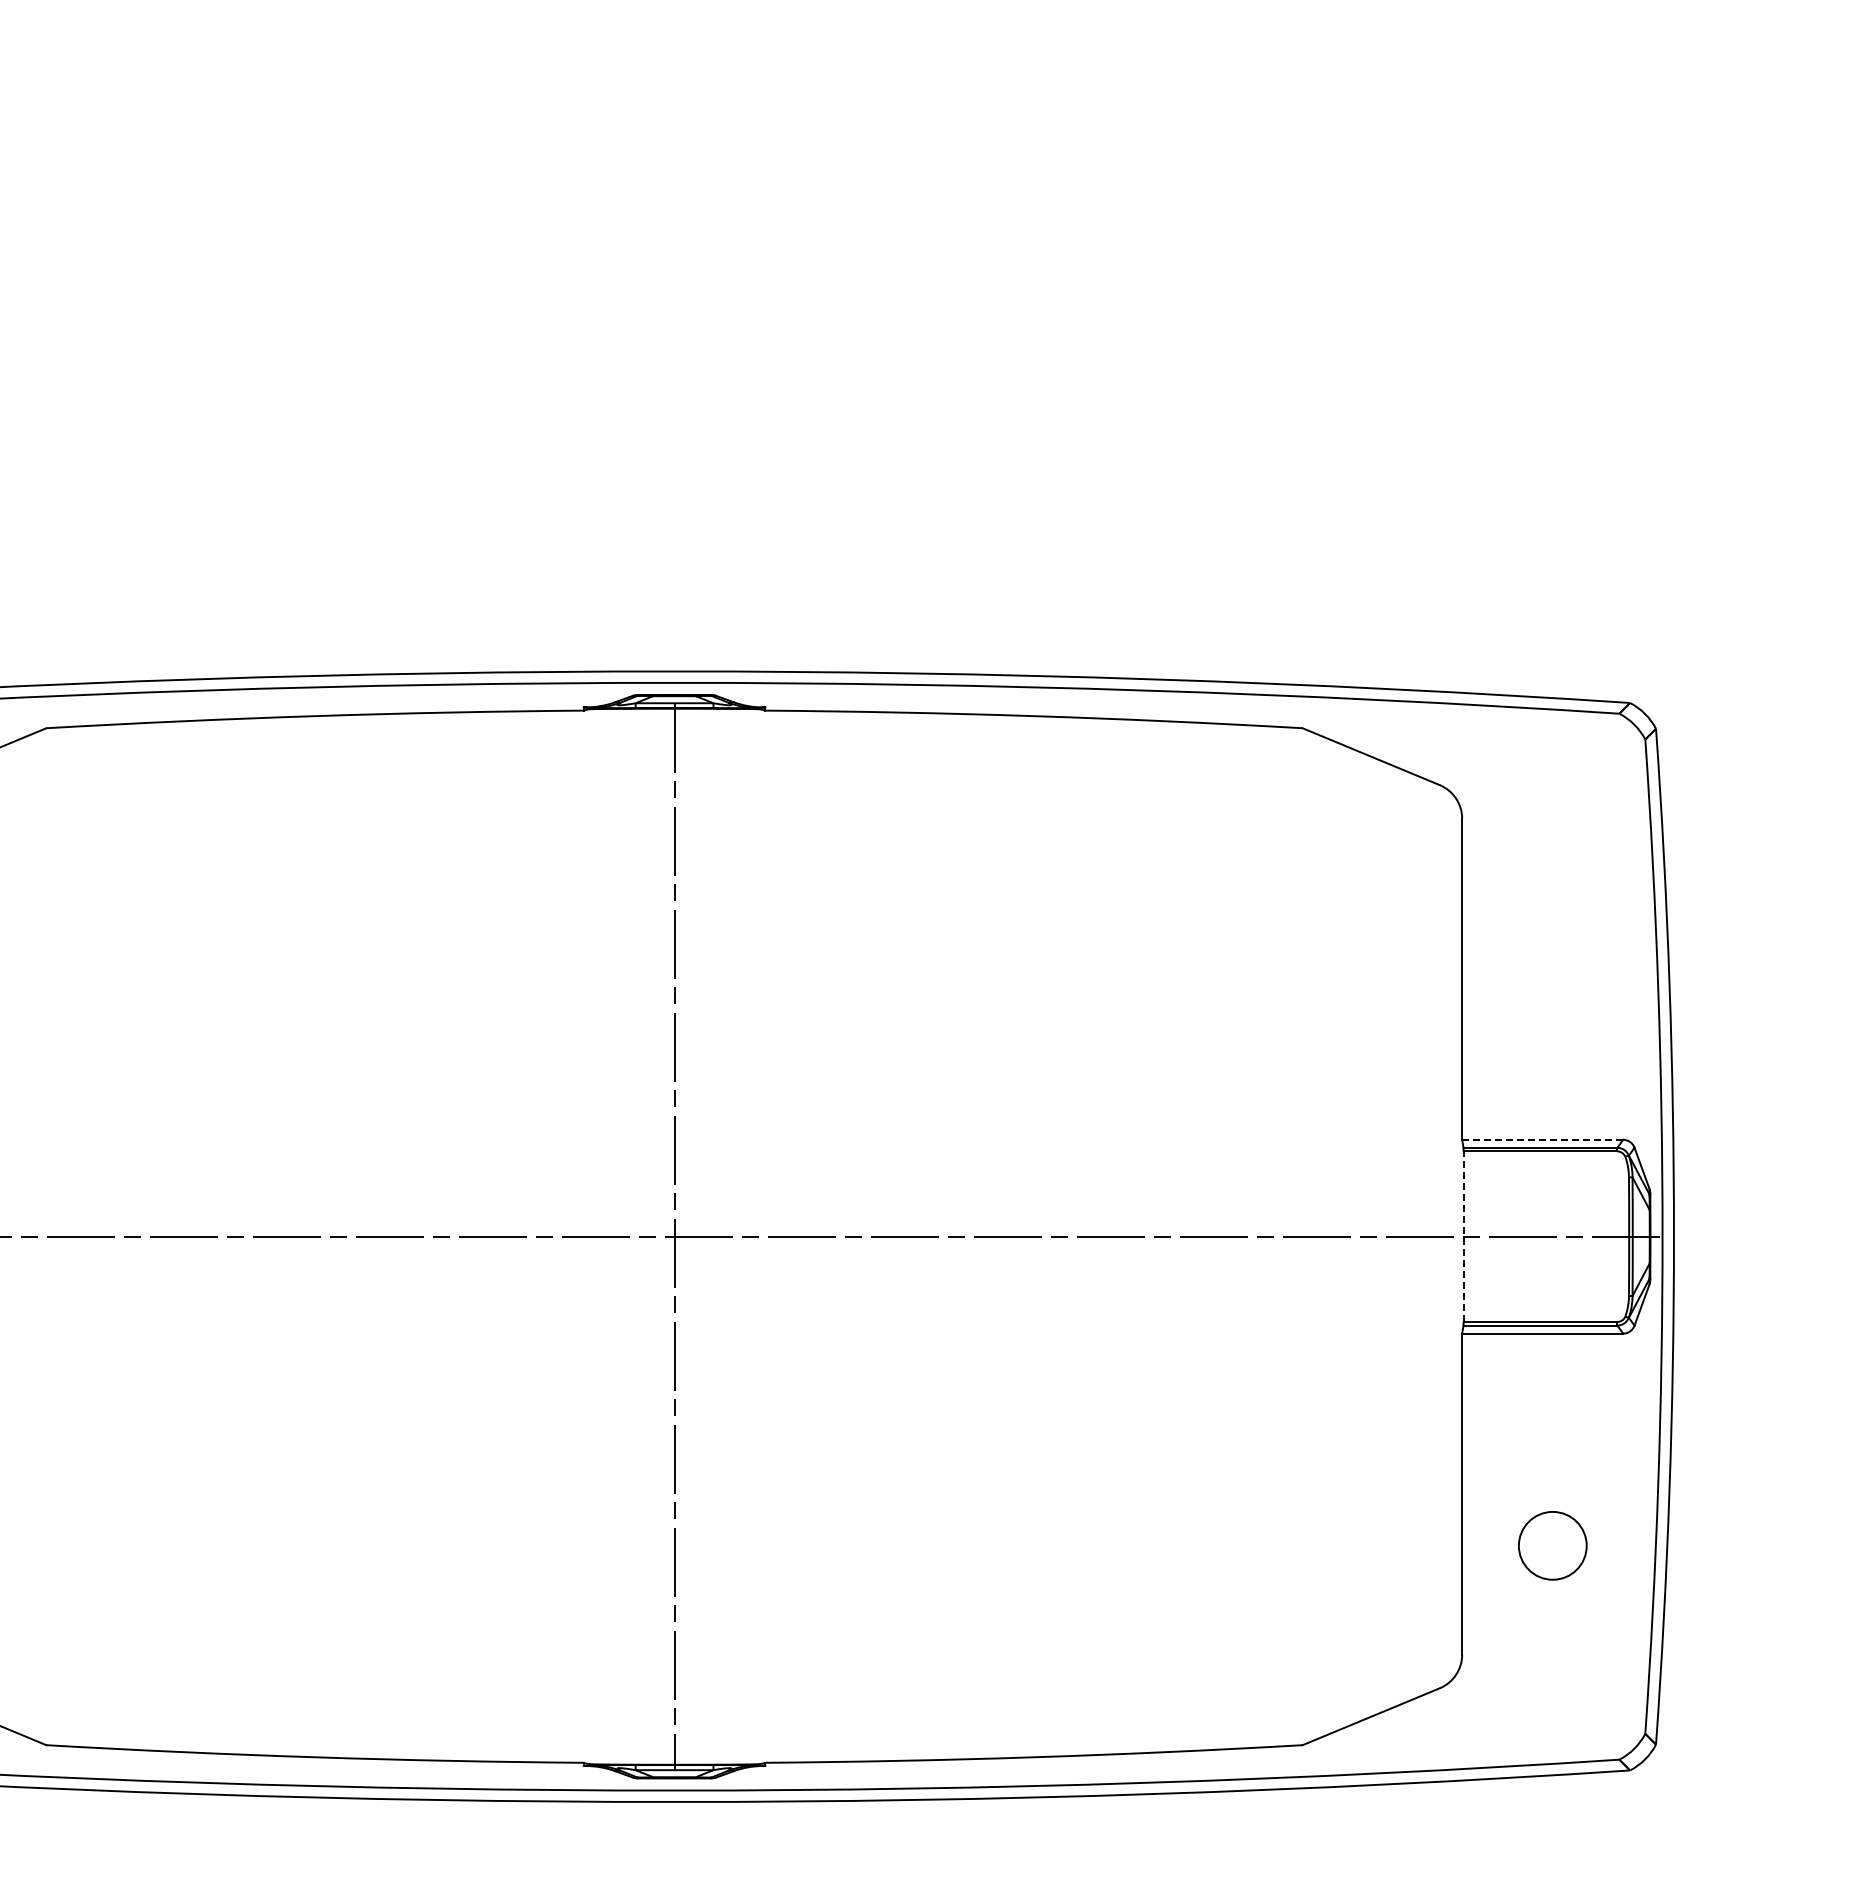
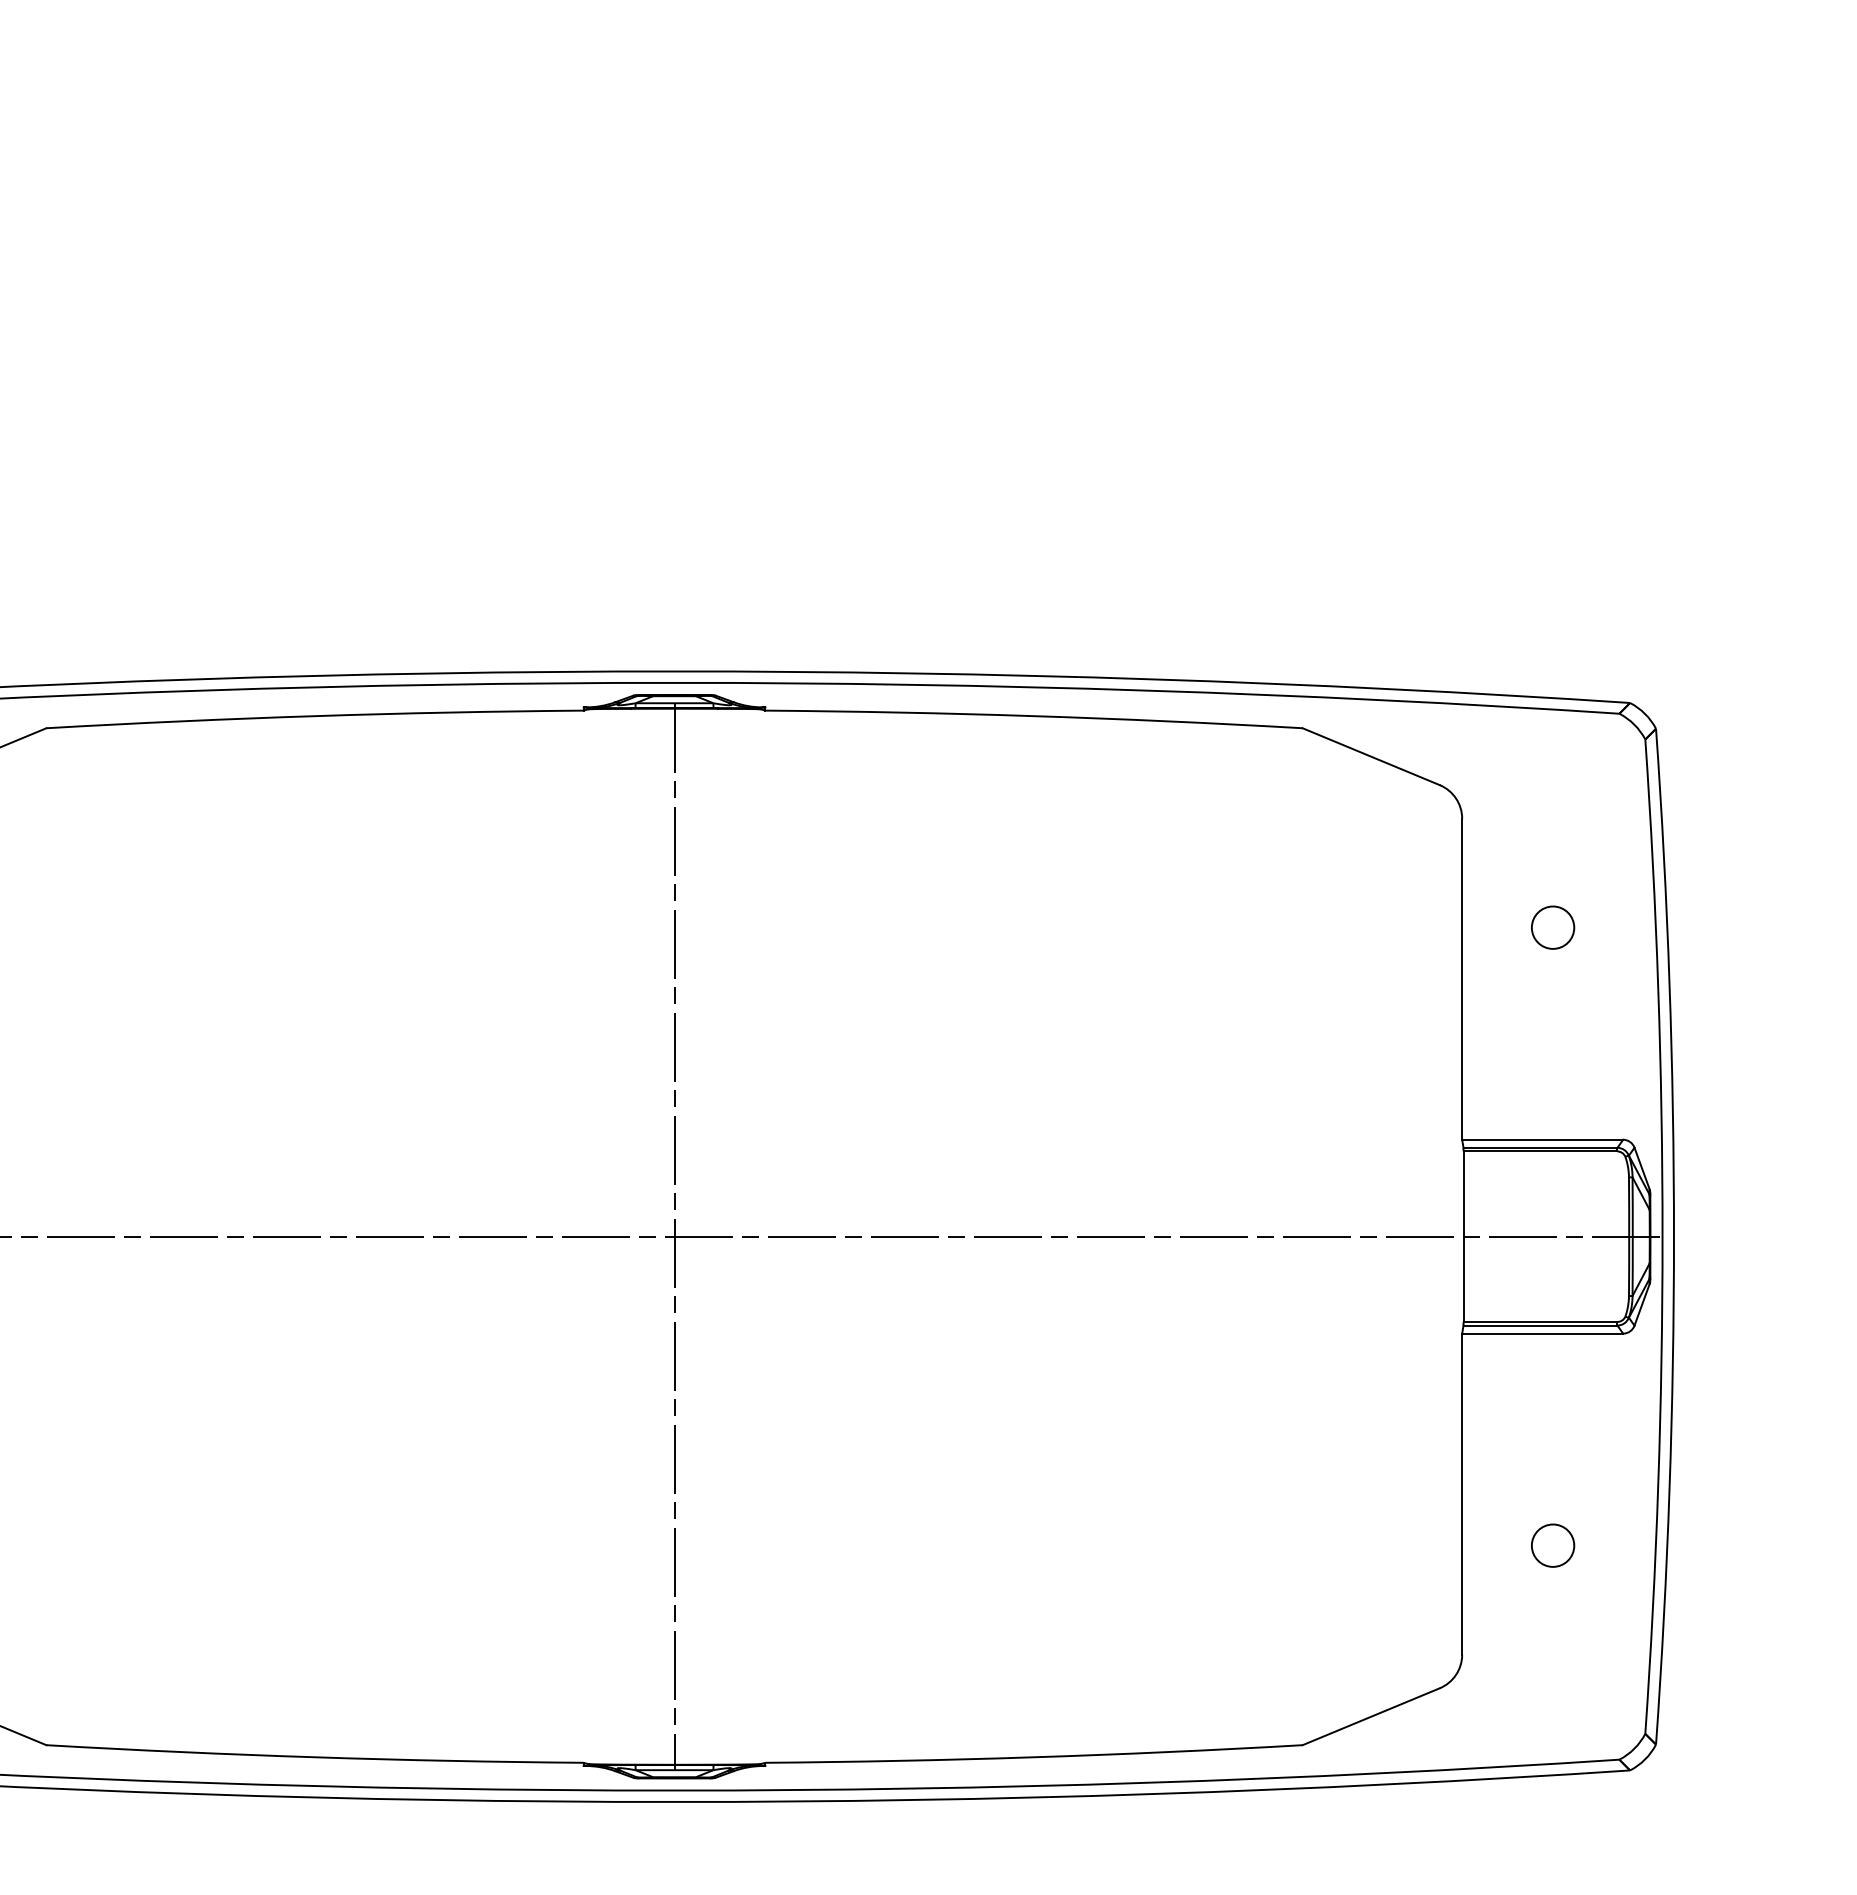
circle at (1553, 927): none -> present
line at (1543, 1139): dashed -> solid
line at (1463, 1236): dashed -> solid
circle at (1552, 1545) size: 70x70 px -> 45x45 px
